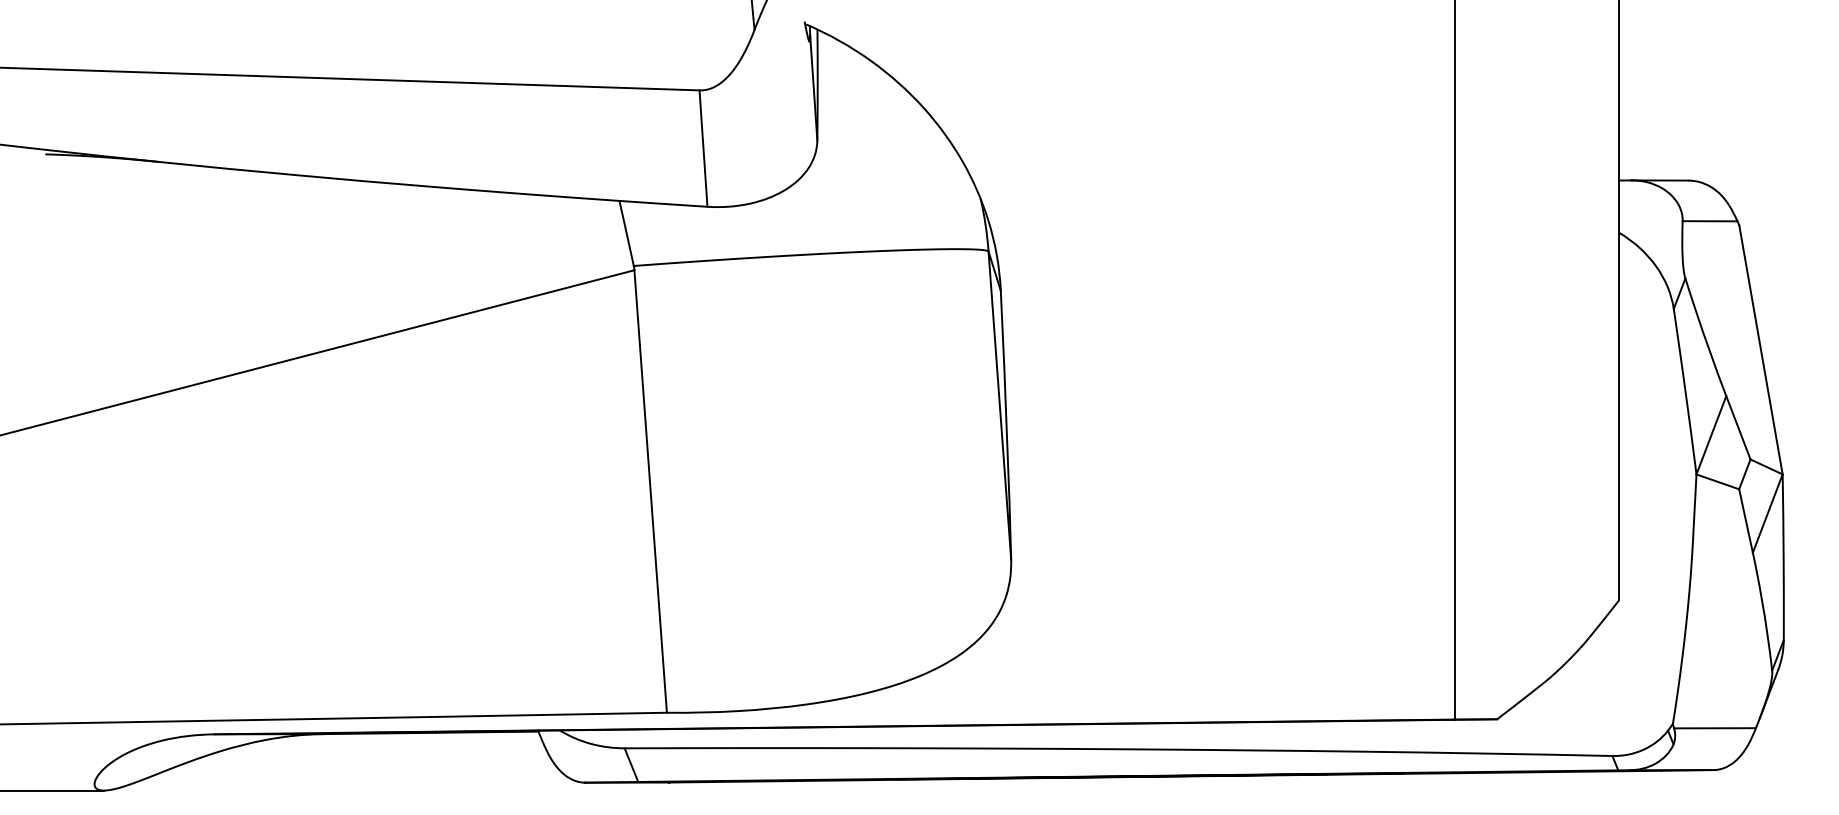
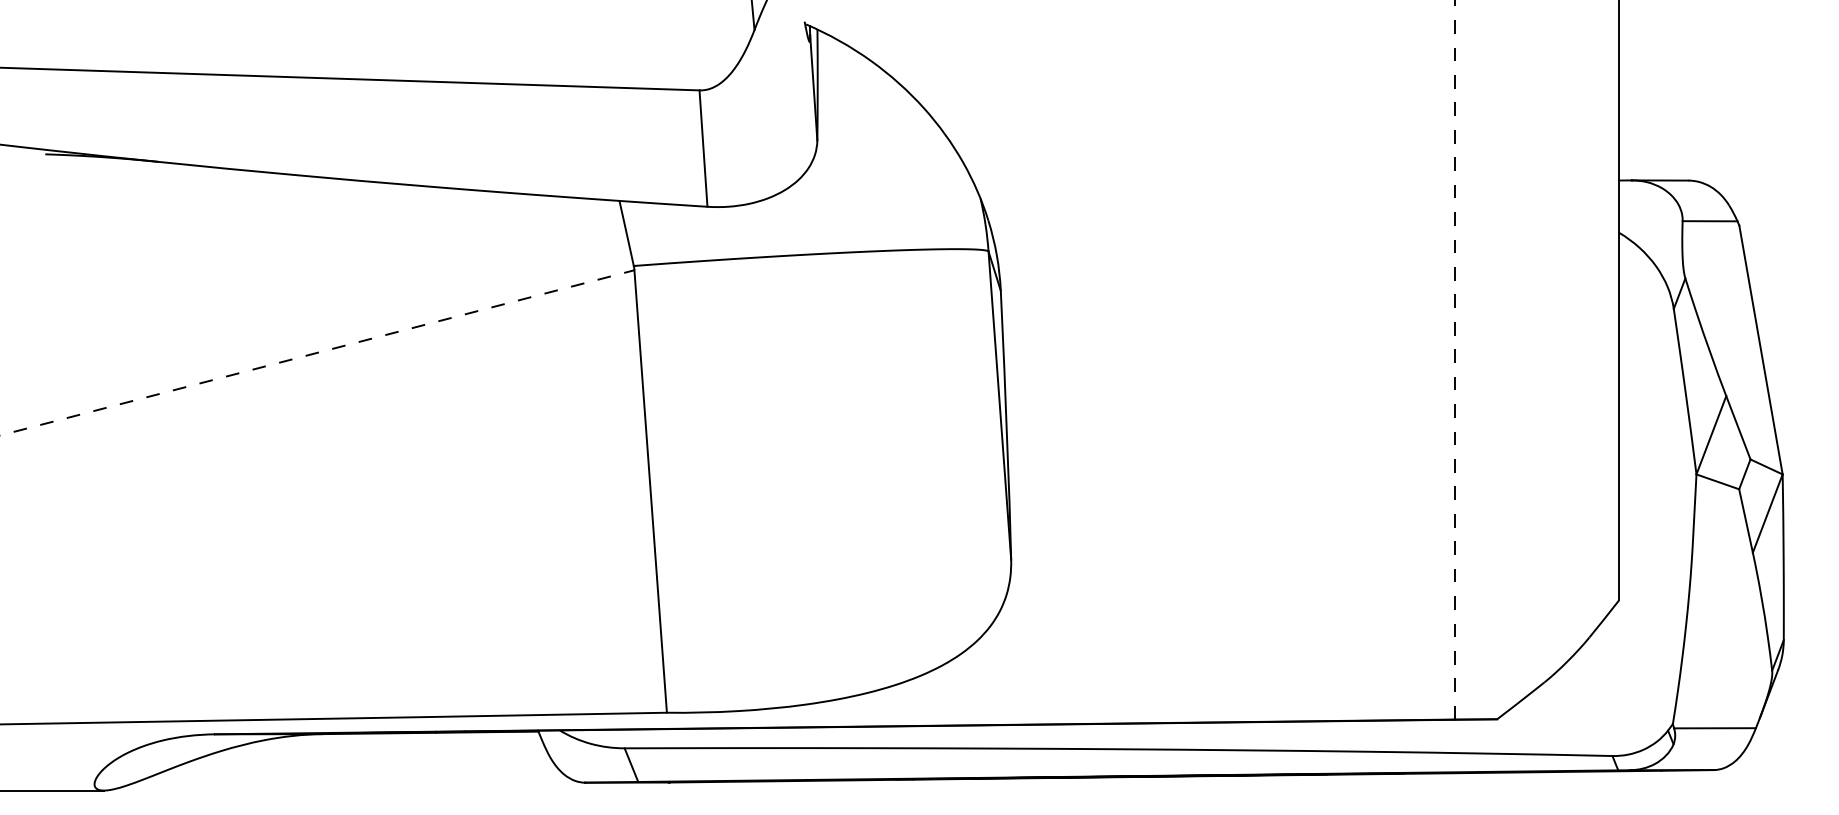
line at (317, 352): solid -> dashed
line at (1454, 359): solid -> dashed
